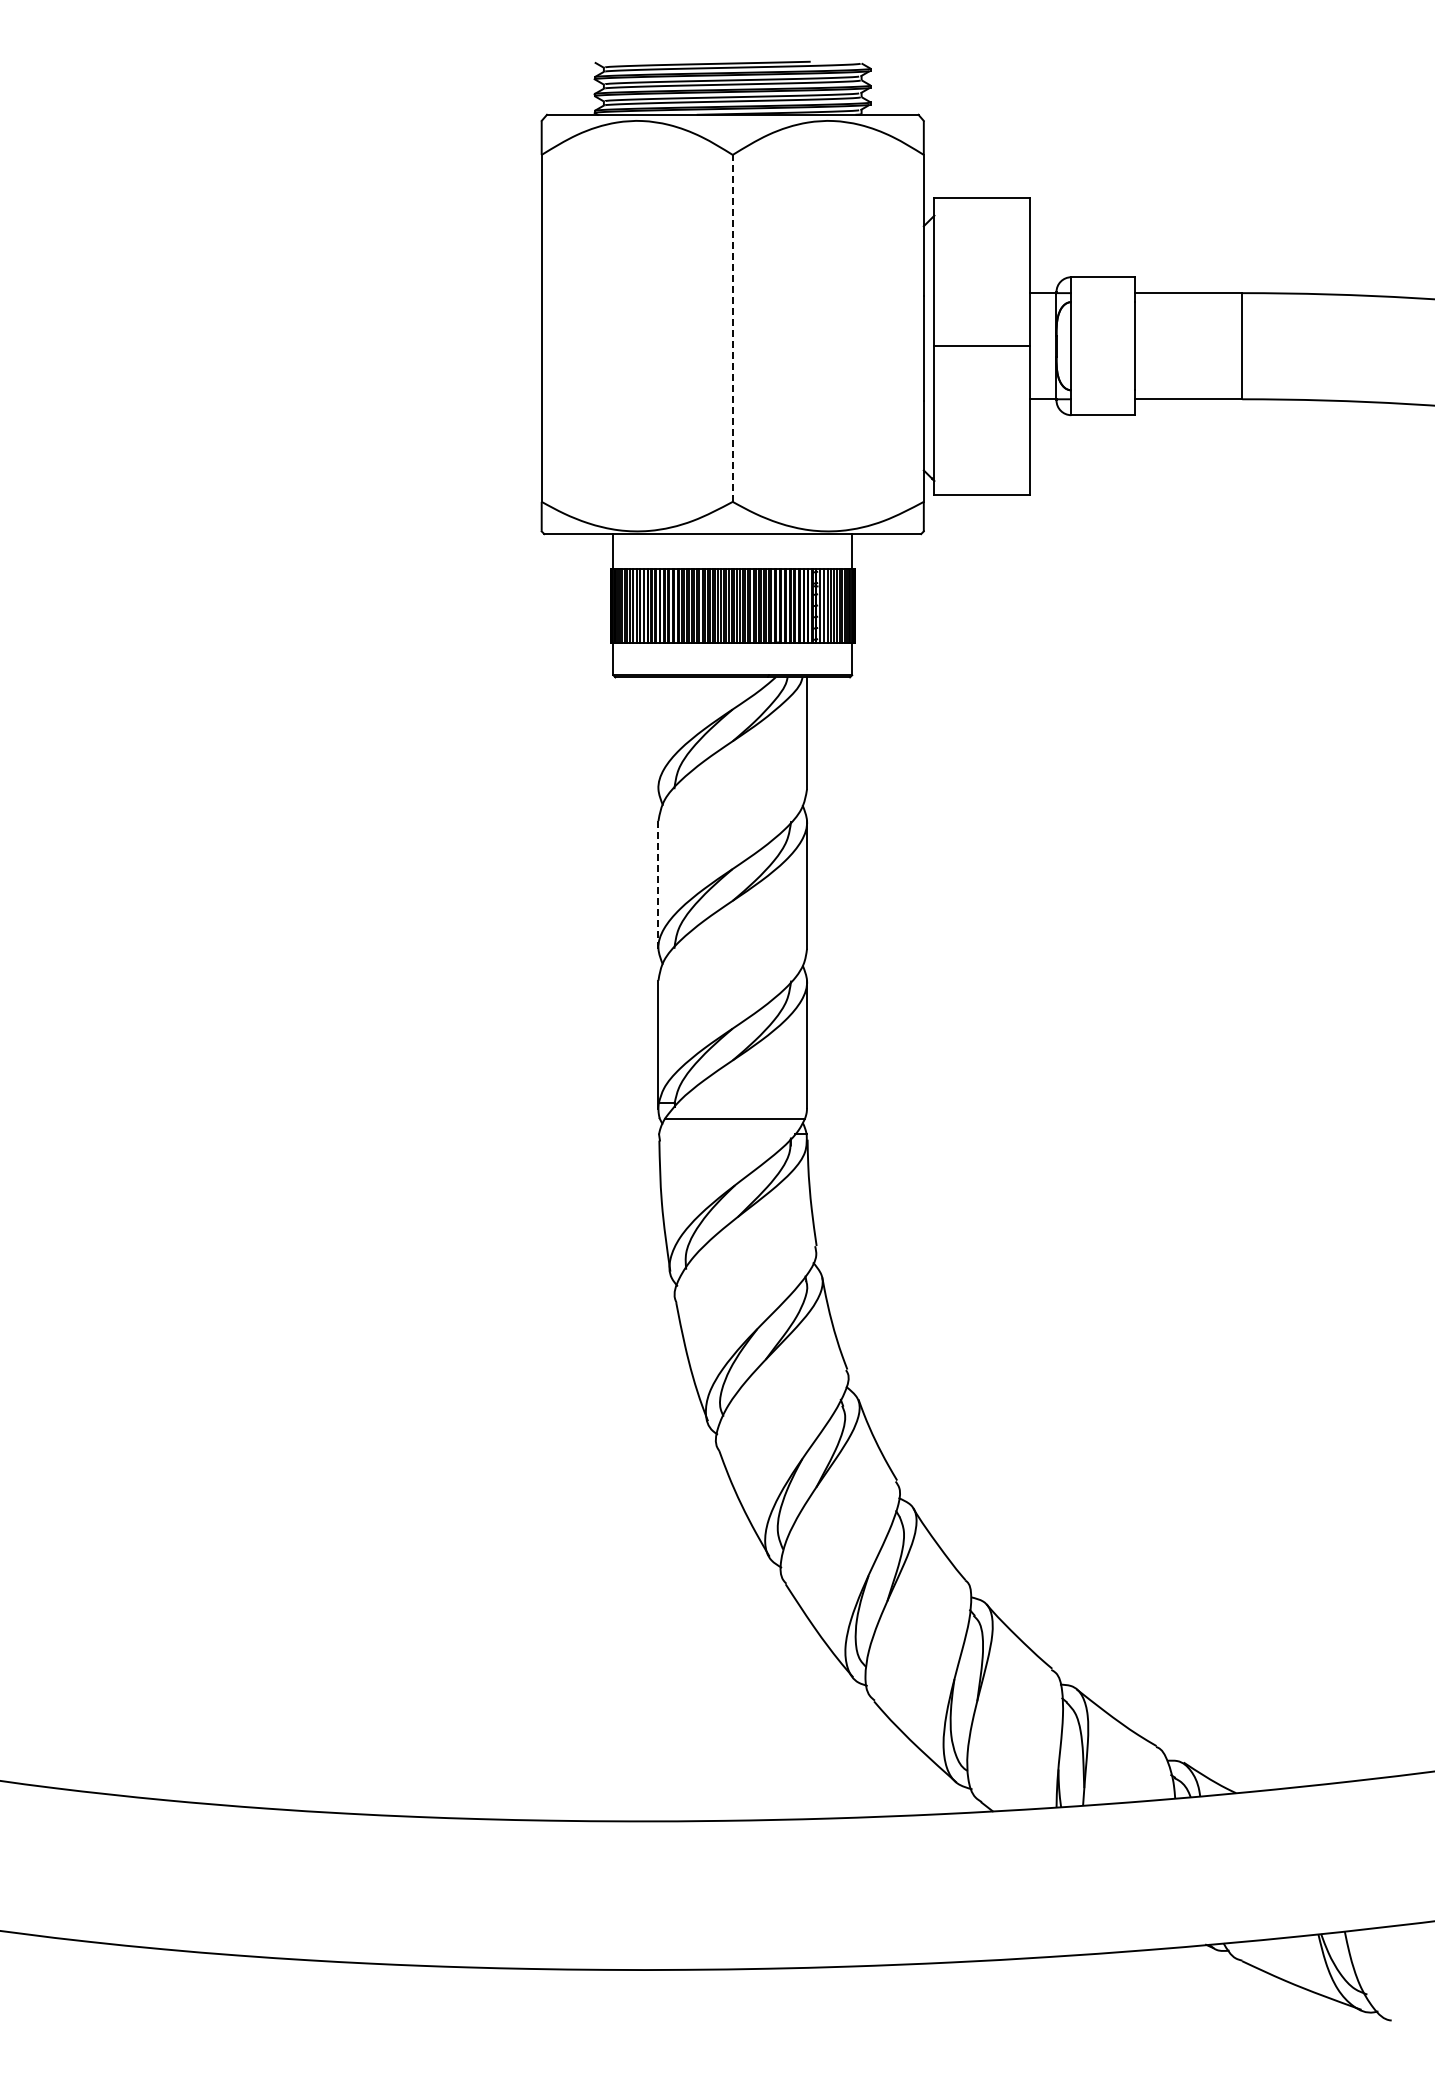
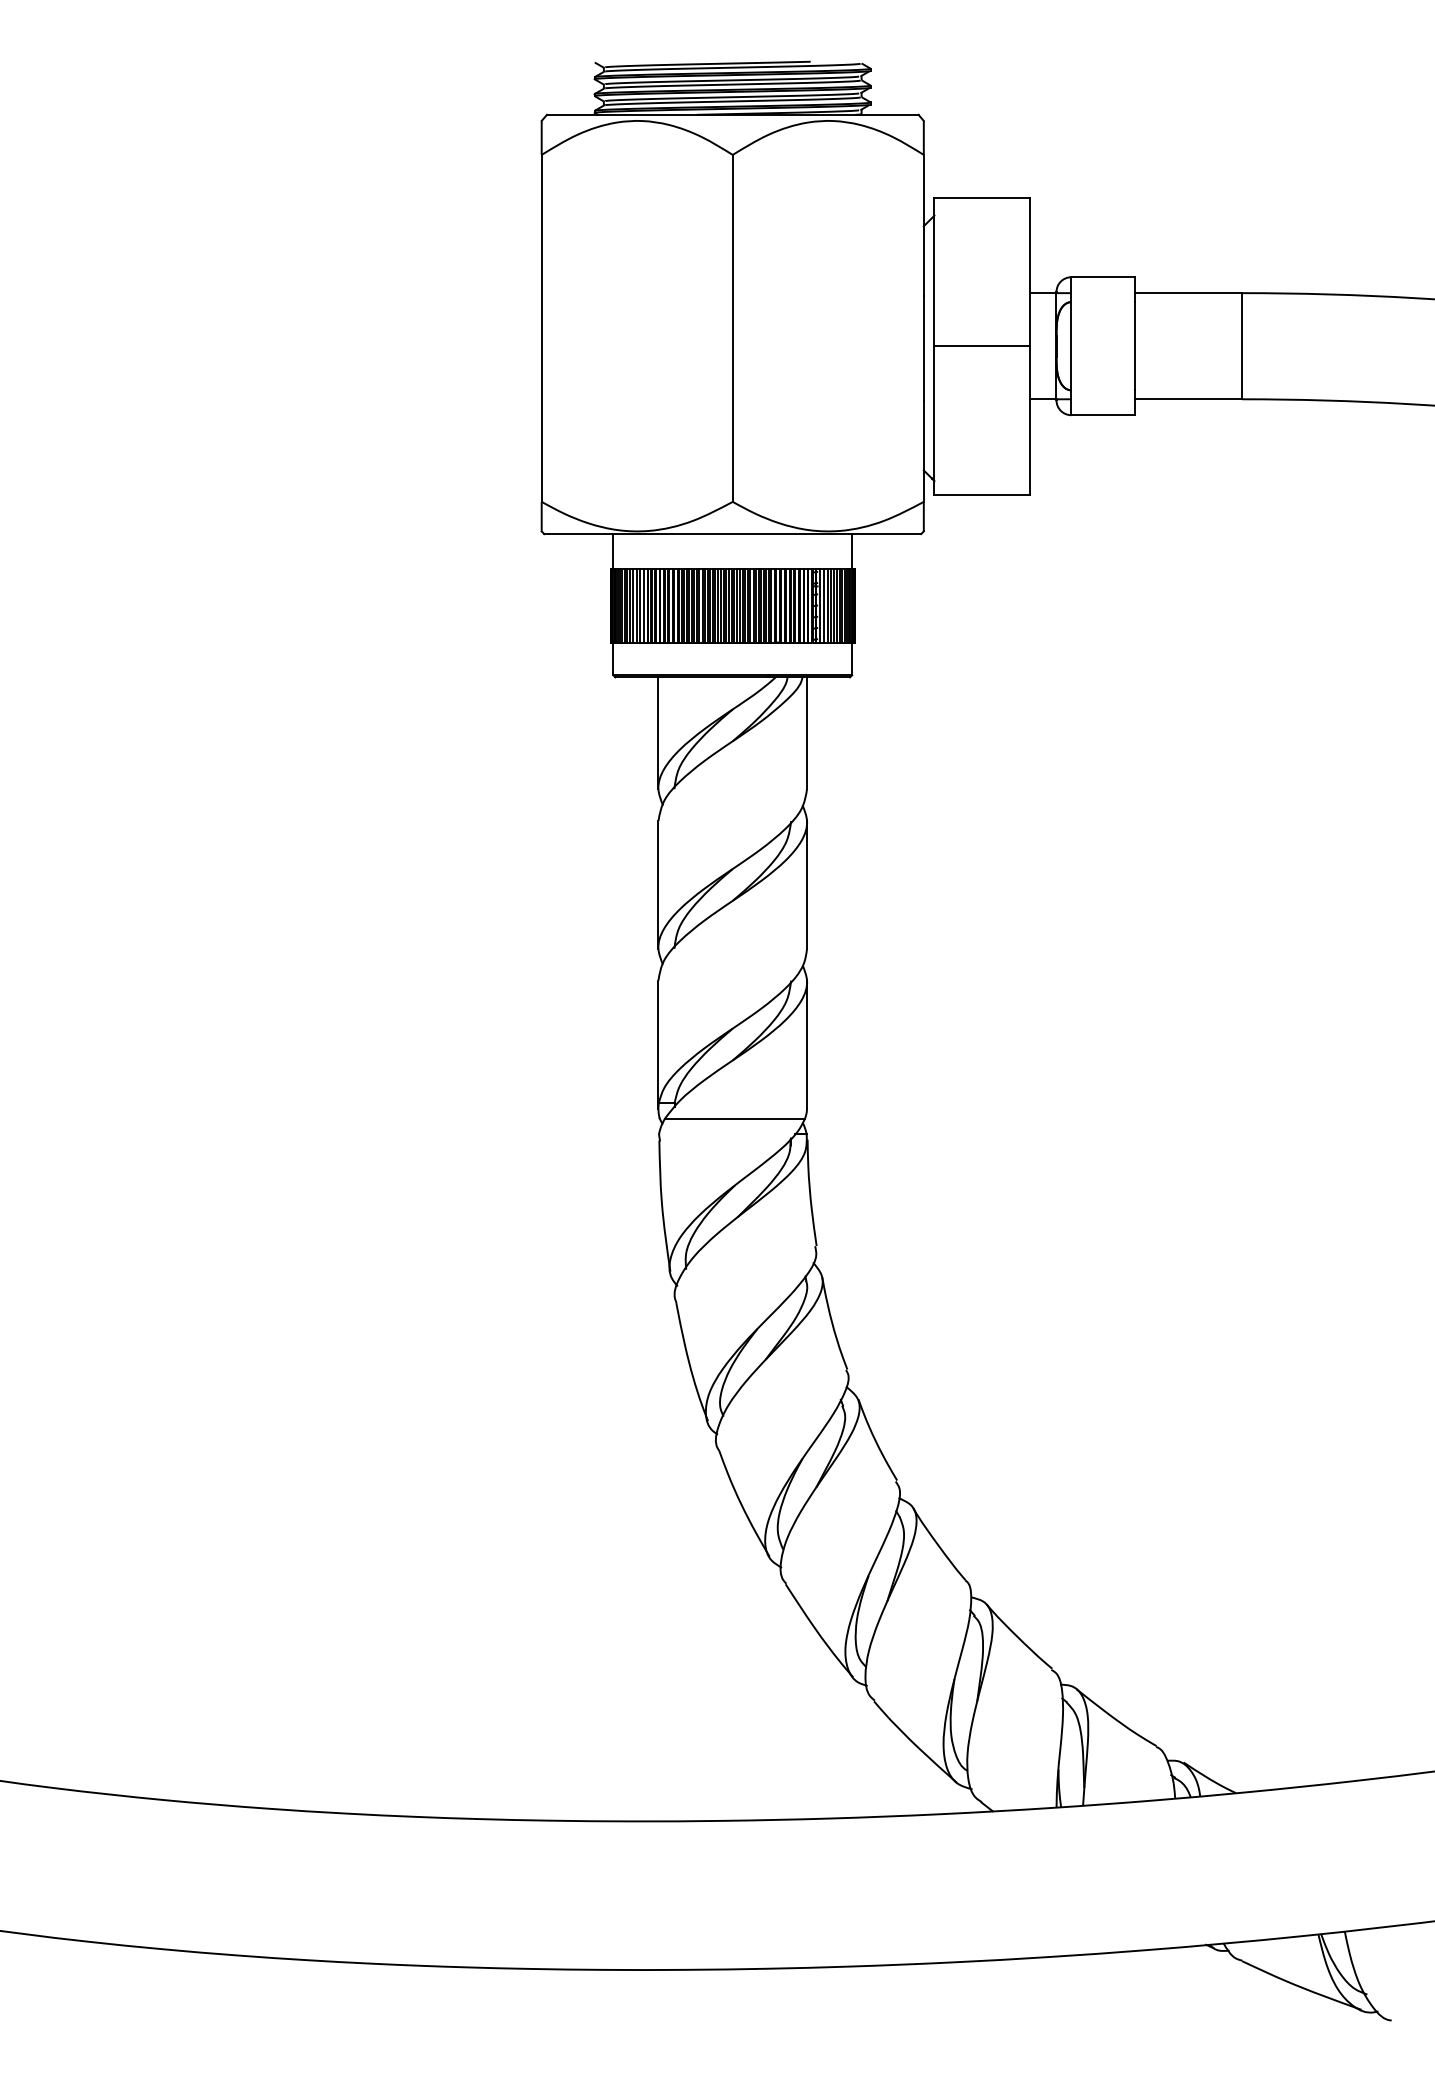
line at (732, 327): dashed -> solid
line at (658, 733): none -> present
line at (658, 884): dashed -> solid
